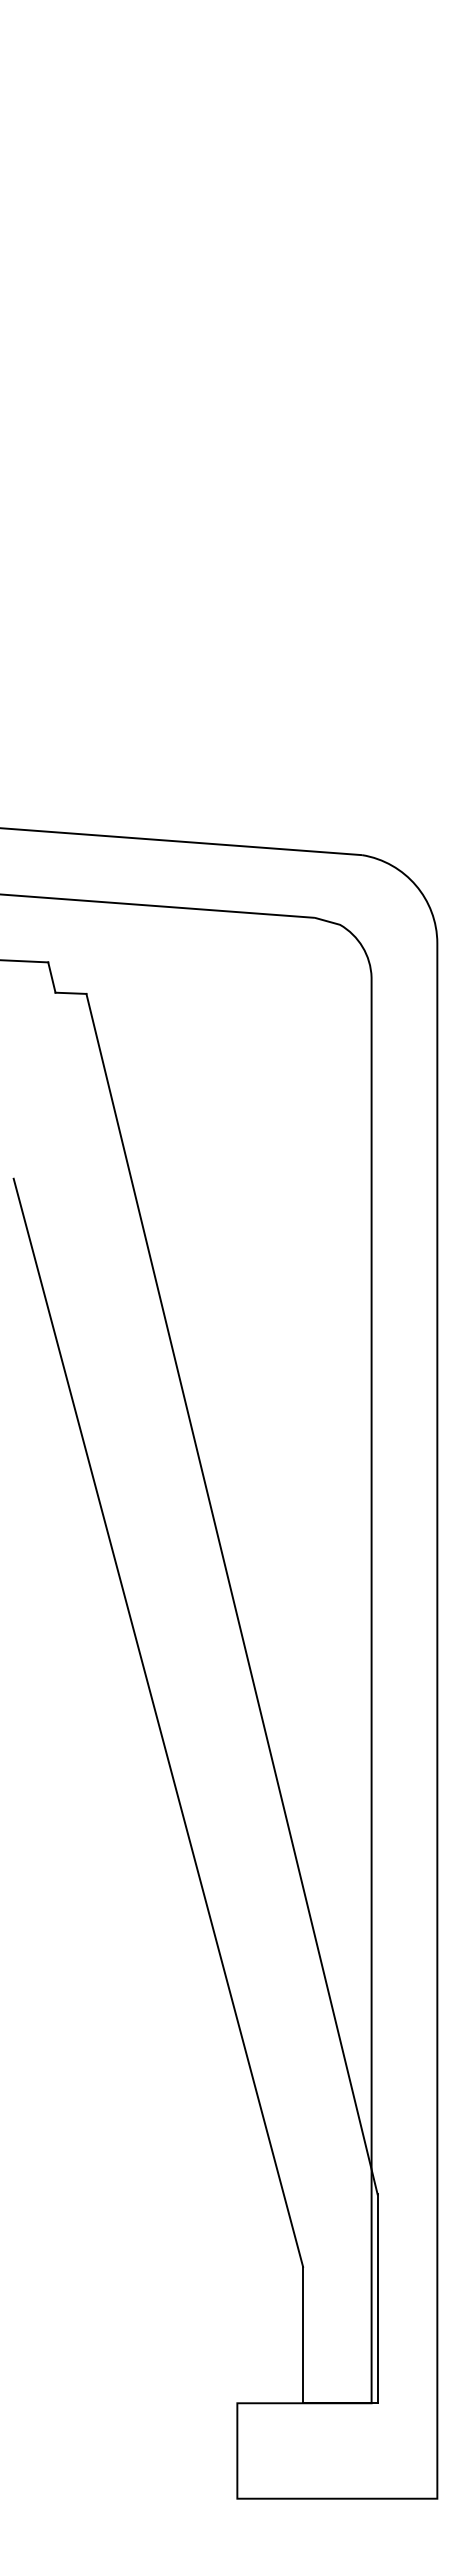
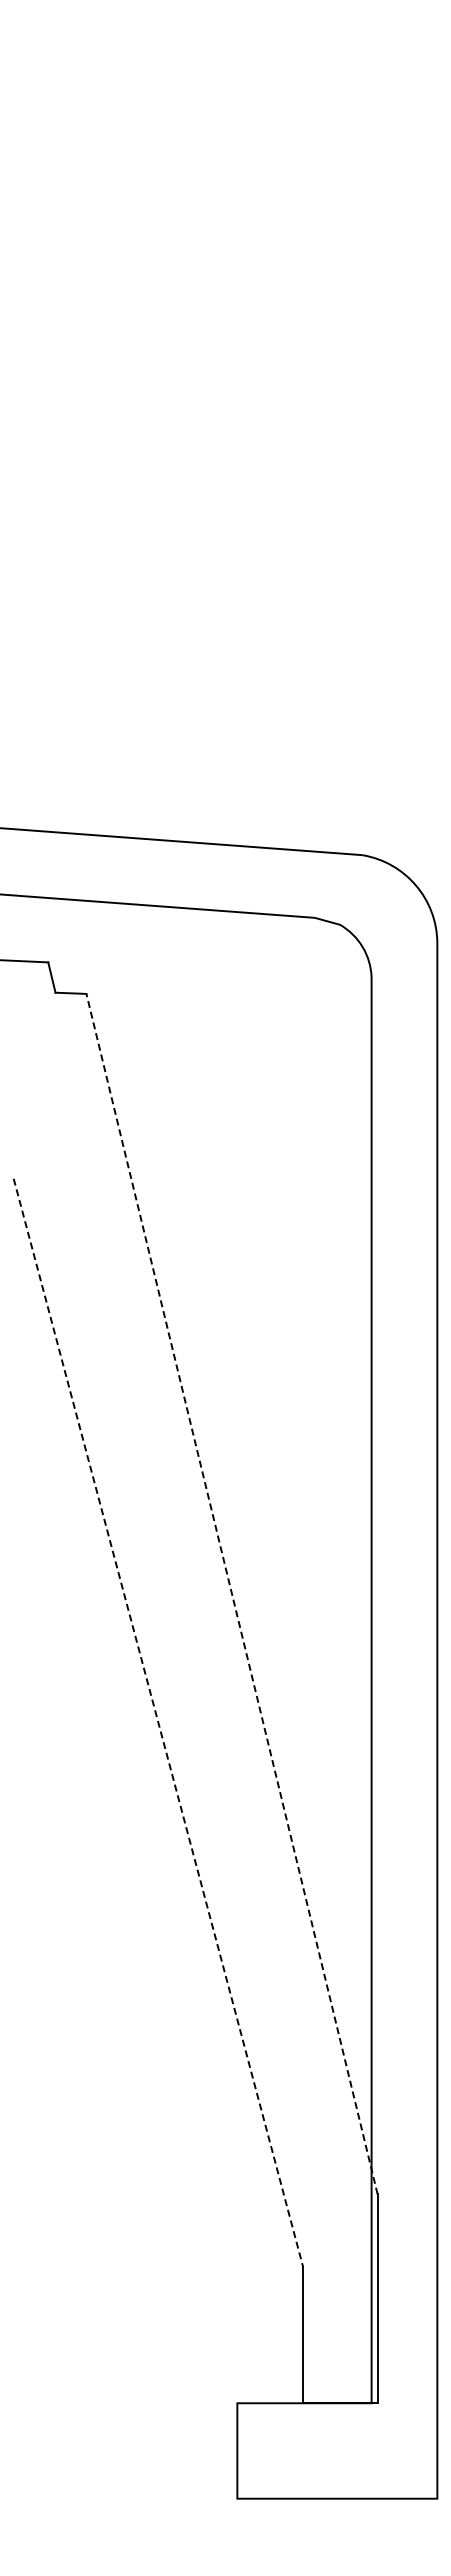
line at (232, 1594): solid -> dashed
line at (158, 1722): solid -> dashed
